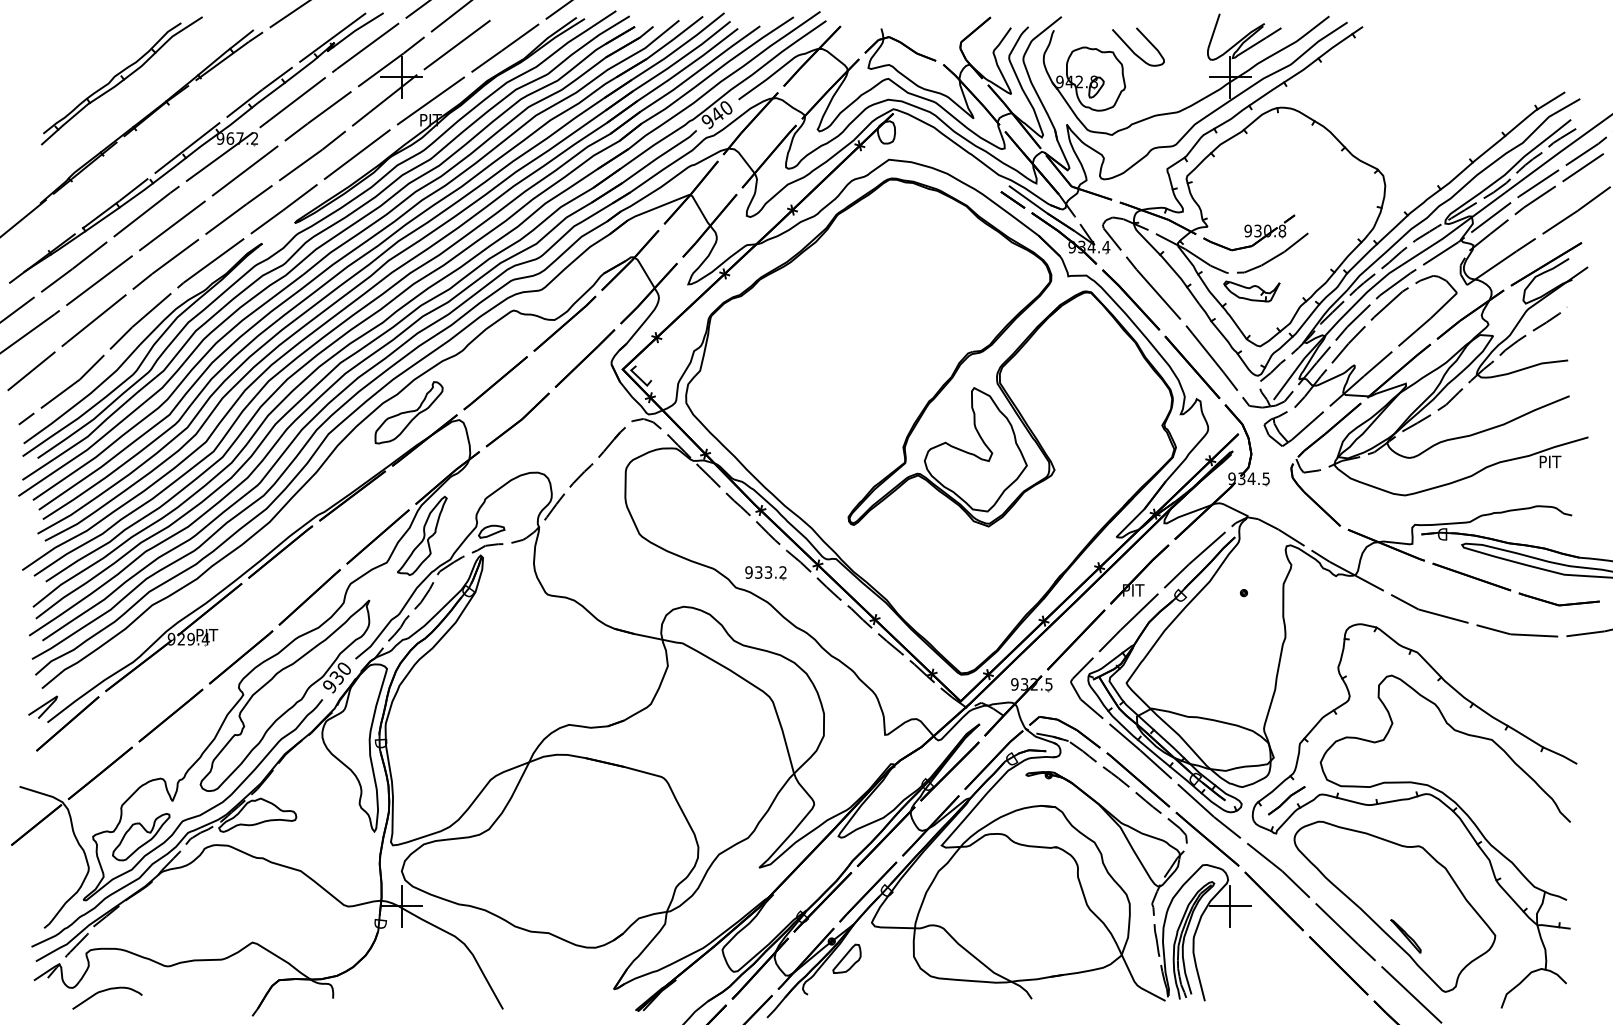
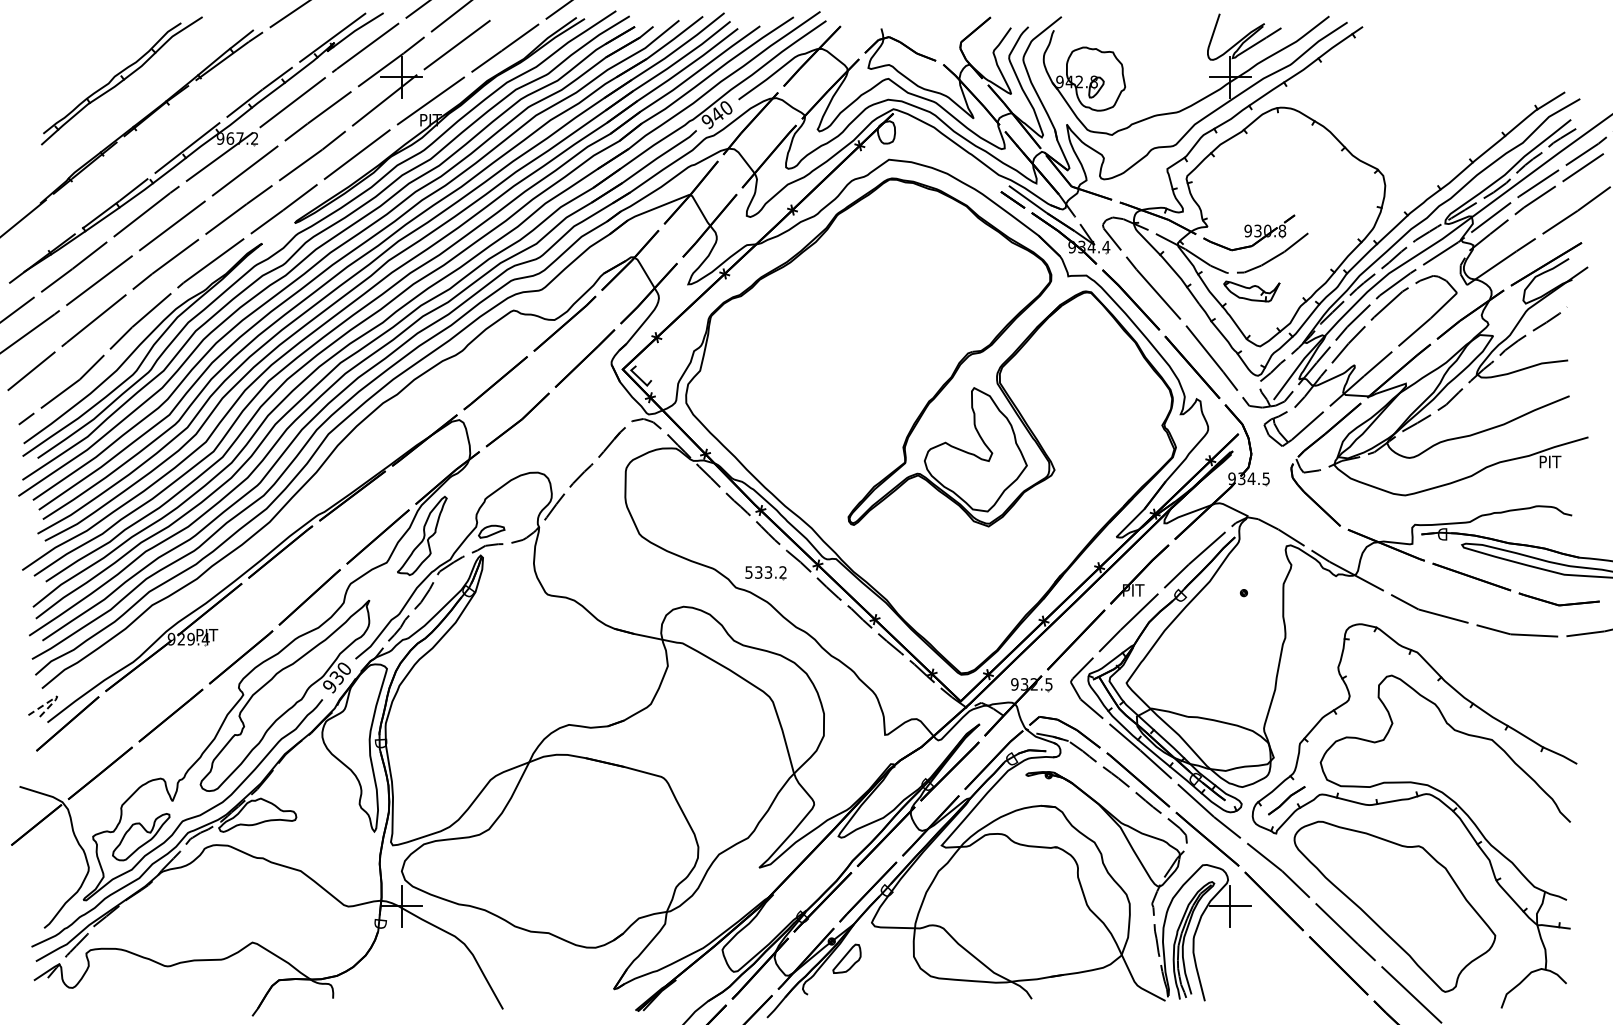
curve at (1133, 50): present -> none
part at (408, 412): present -> none
text at (748, 572): 933.2 -> 533.2
line at (56, 696): solid -> dashed
part at (1405, 936): present -> none
curve at (105, 991): present -> none
